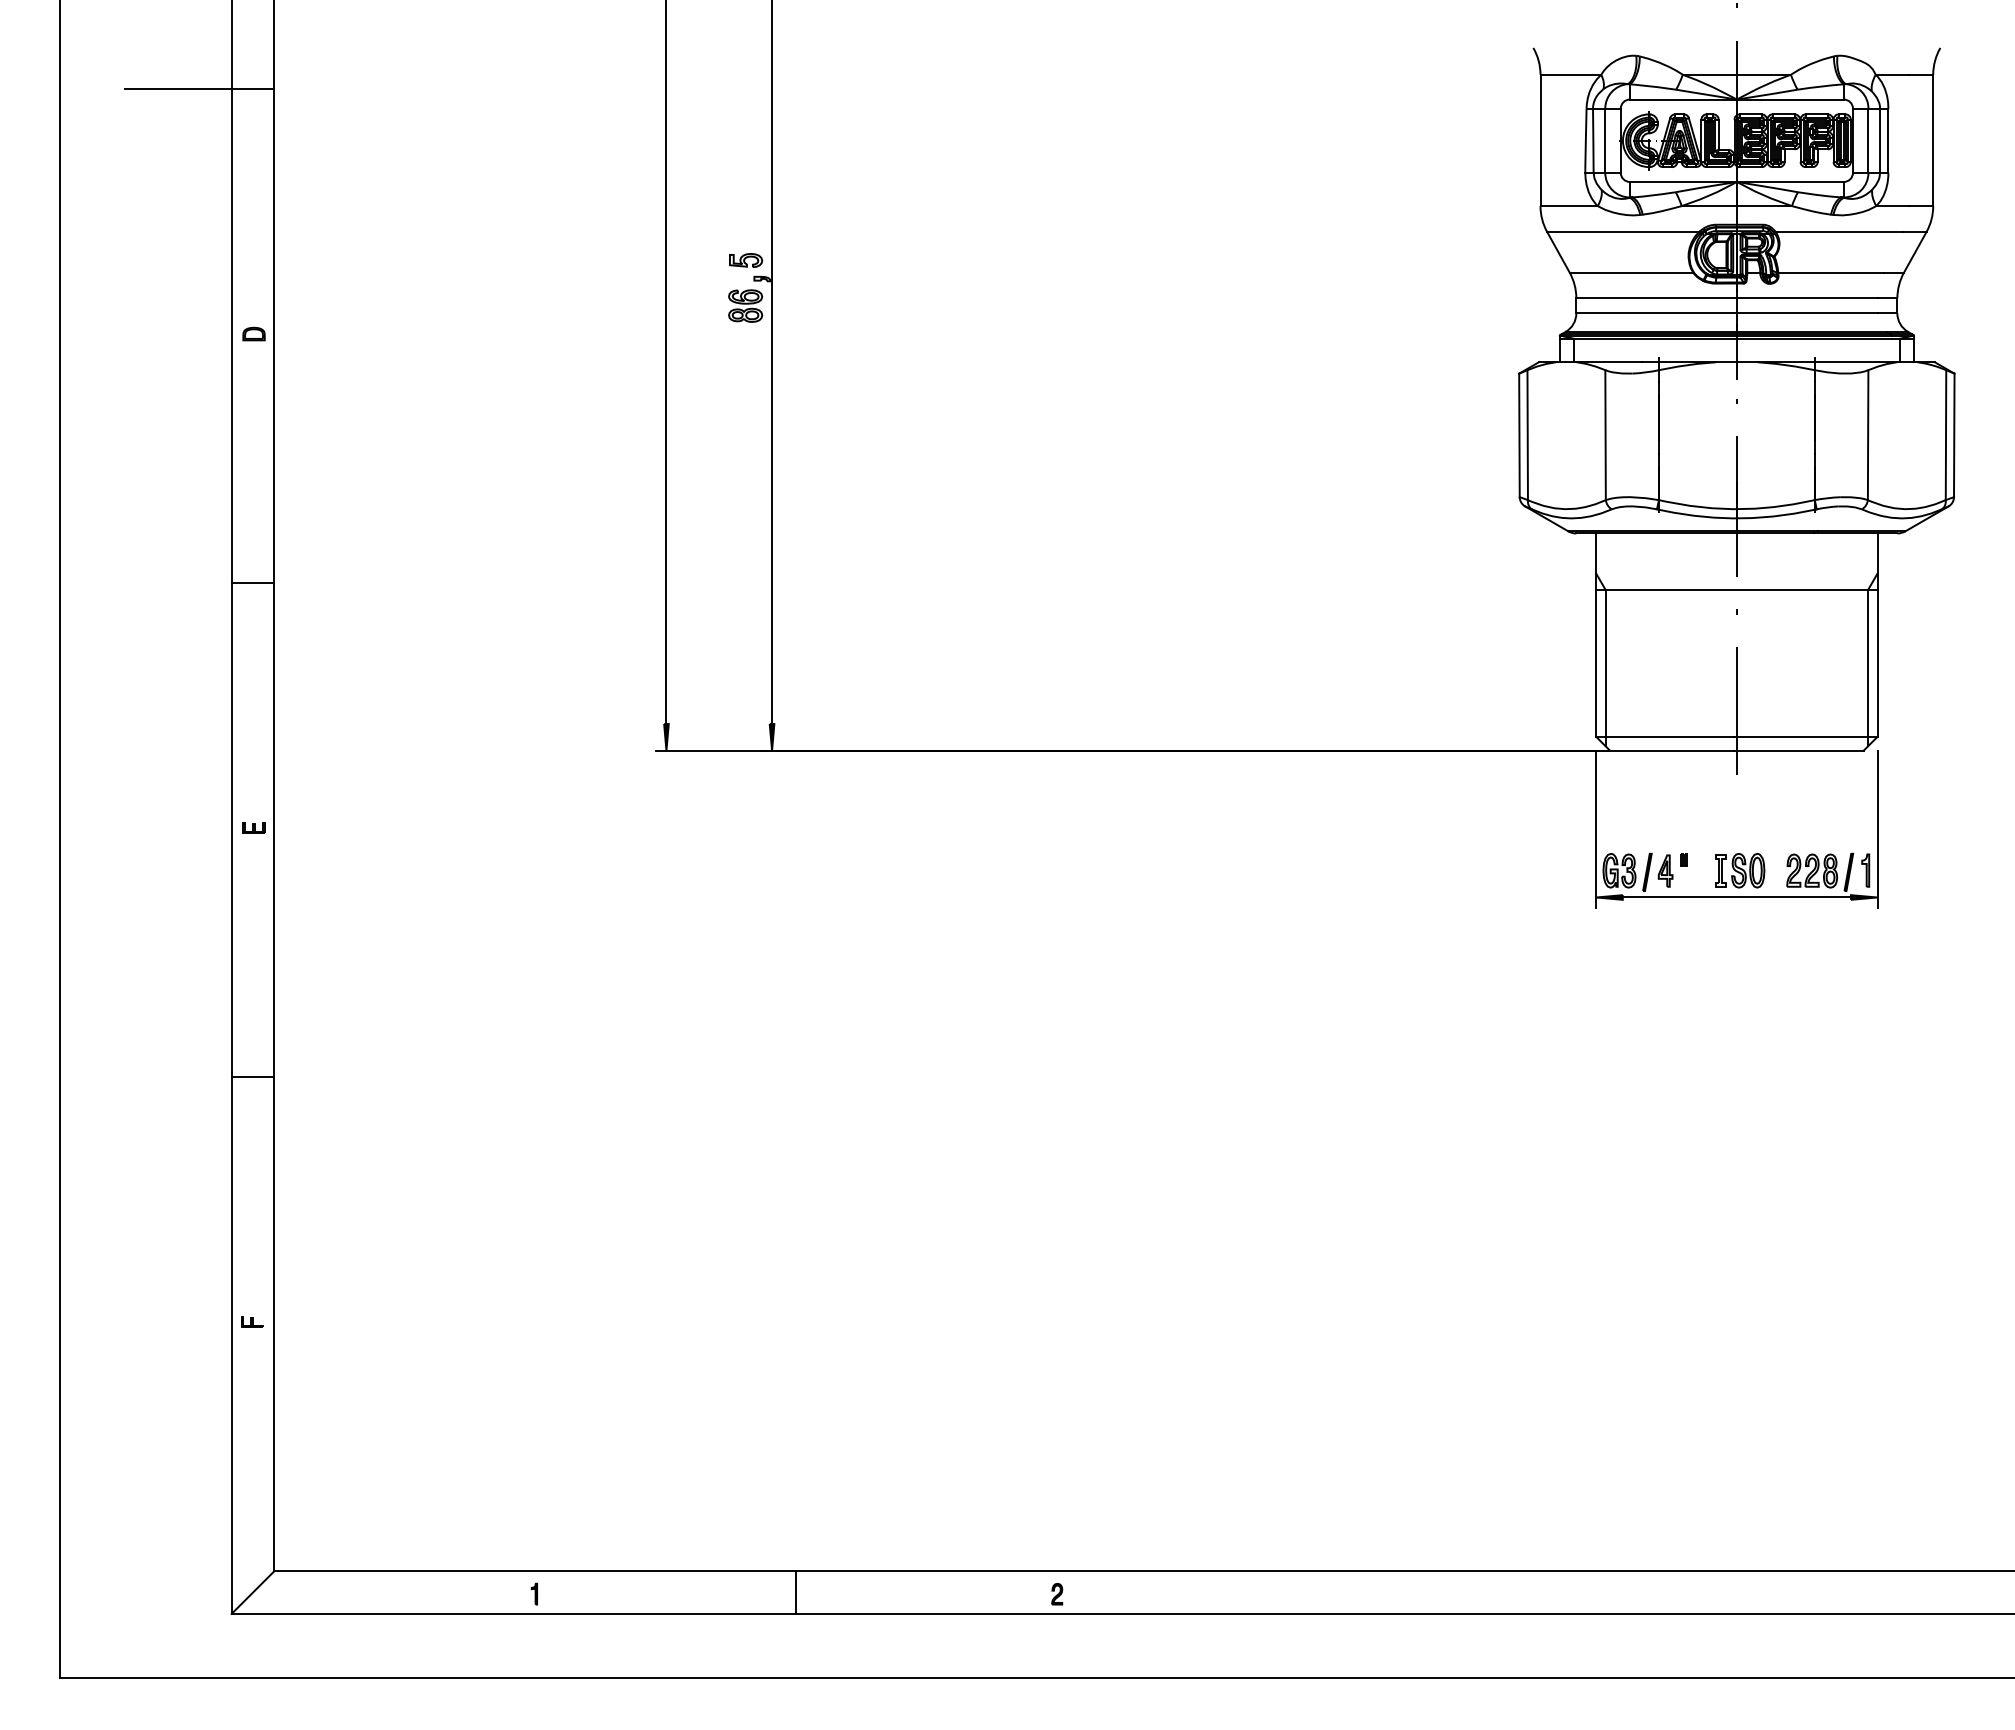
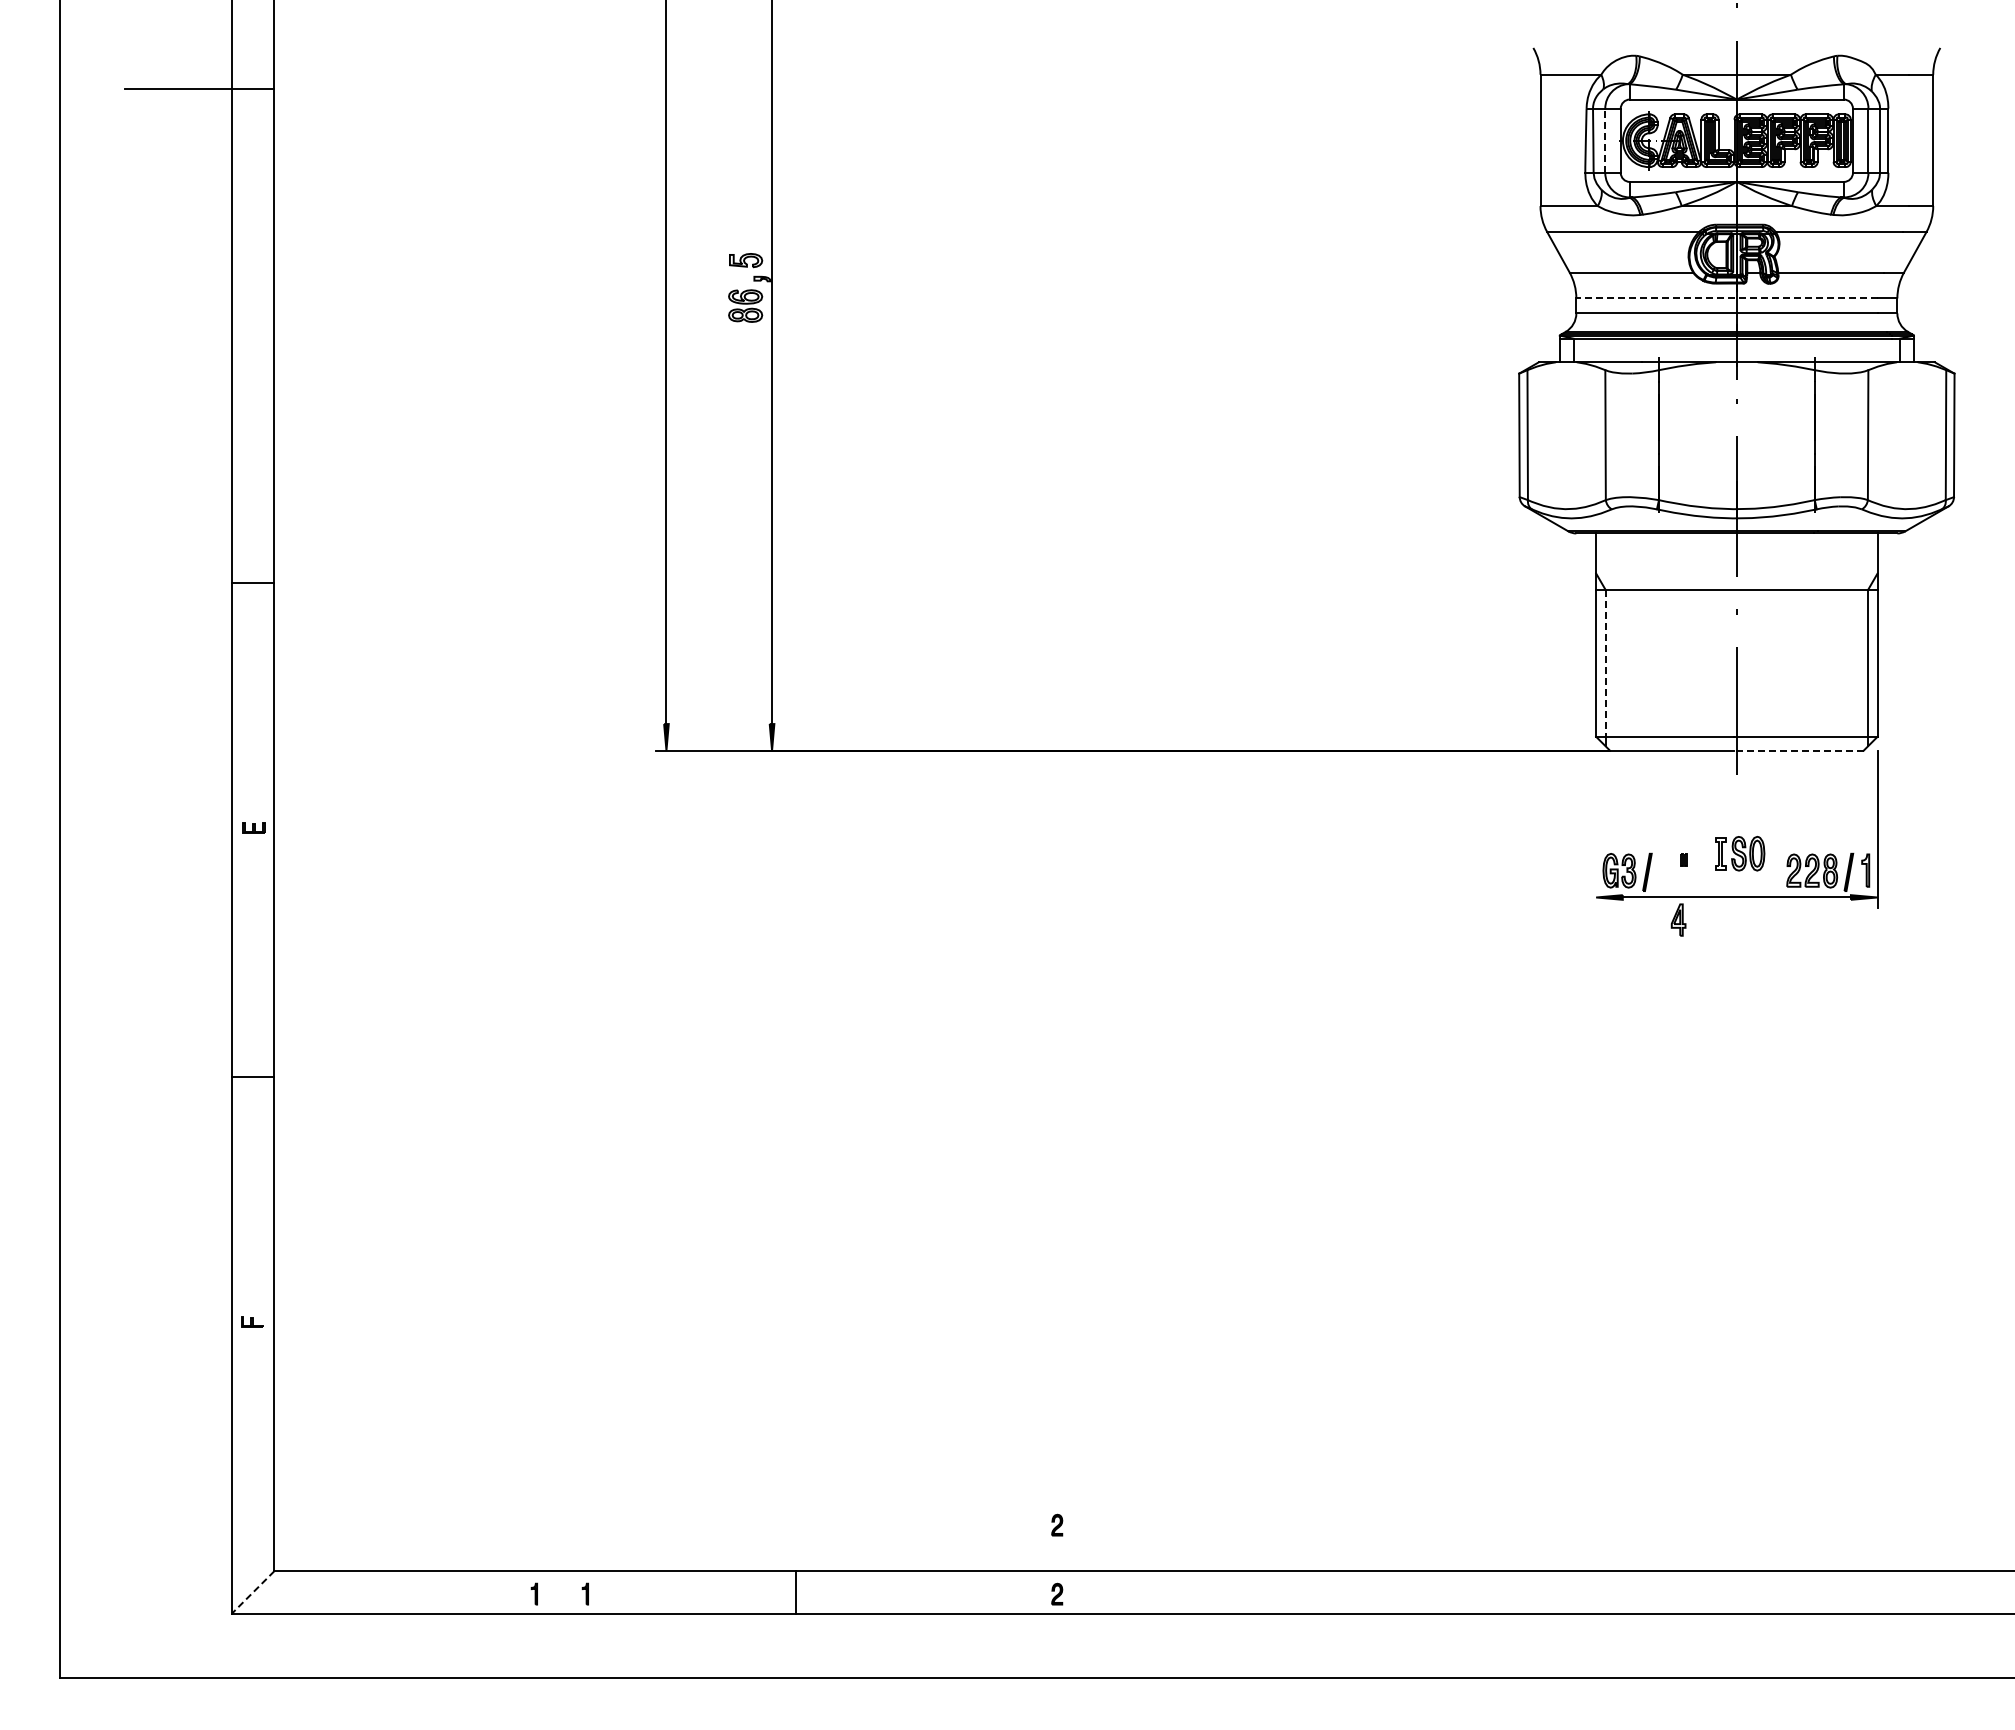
line at (1605, 140): solid -> dashed
line at (1727, 298): solid -> dashed
part at (253, 333): present -> none
line at (1605, 663): solid -> dashed
line at (1798, 750): solid -> dashed
line at (1596, 829): present -> none
part at (1665, 870) position: (1665, 870) -> (1678, 919)
part at (1740, 870) position: (1740, 870) -> (1740, 853)
part at (1057, 1524): none -> present
line at (252, 1592): solid -> dashed
part at (584, 1593): none -> present
